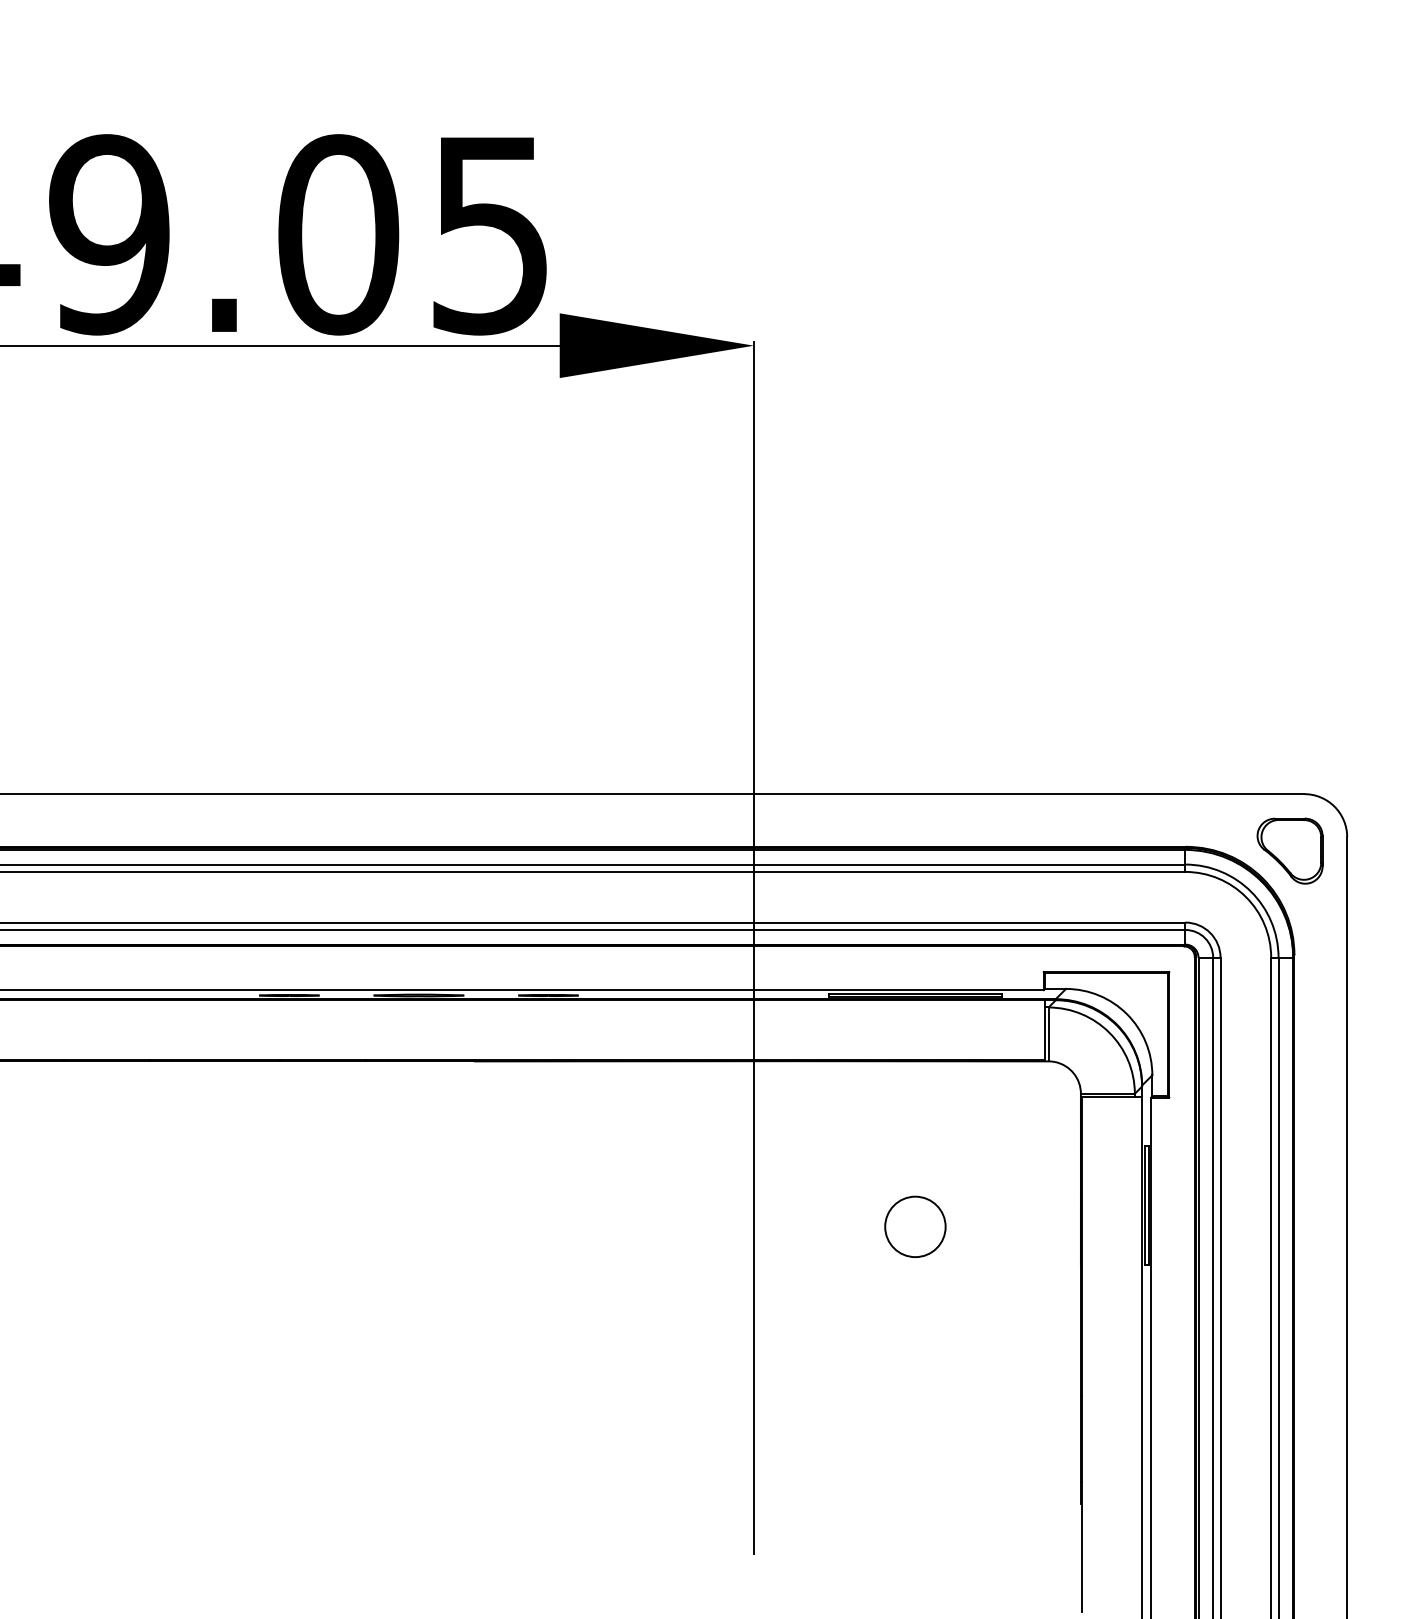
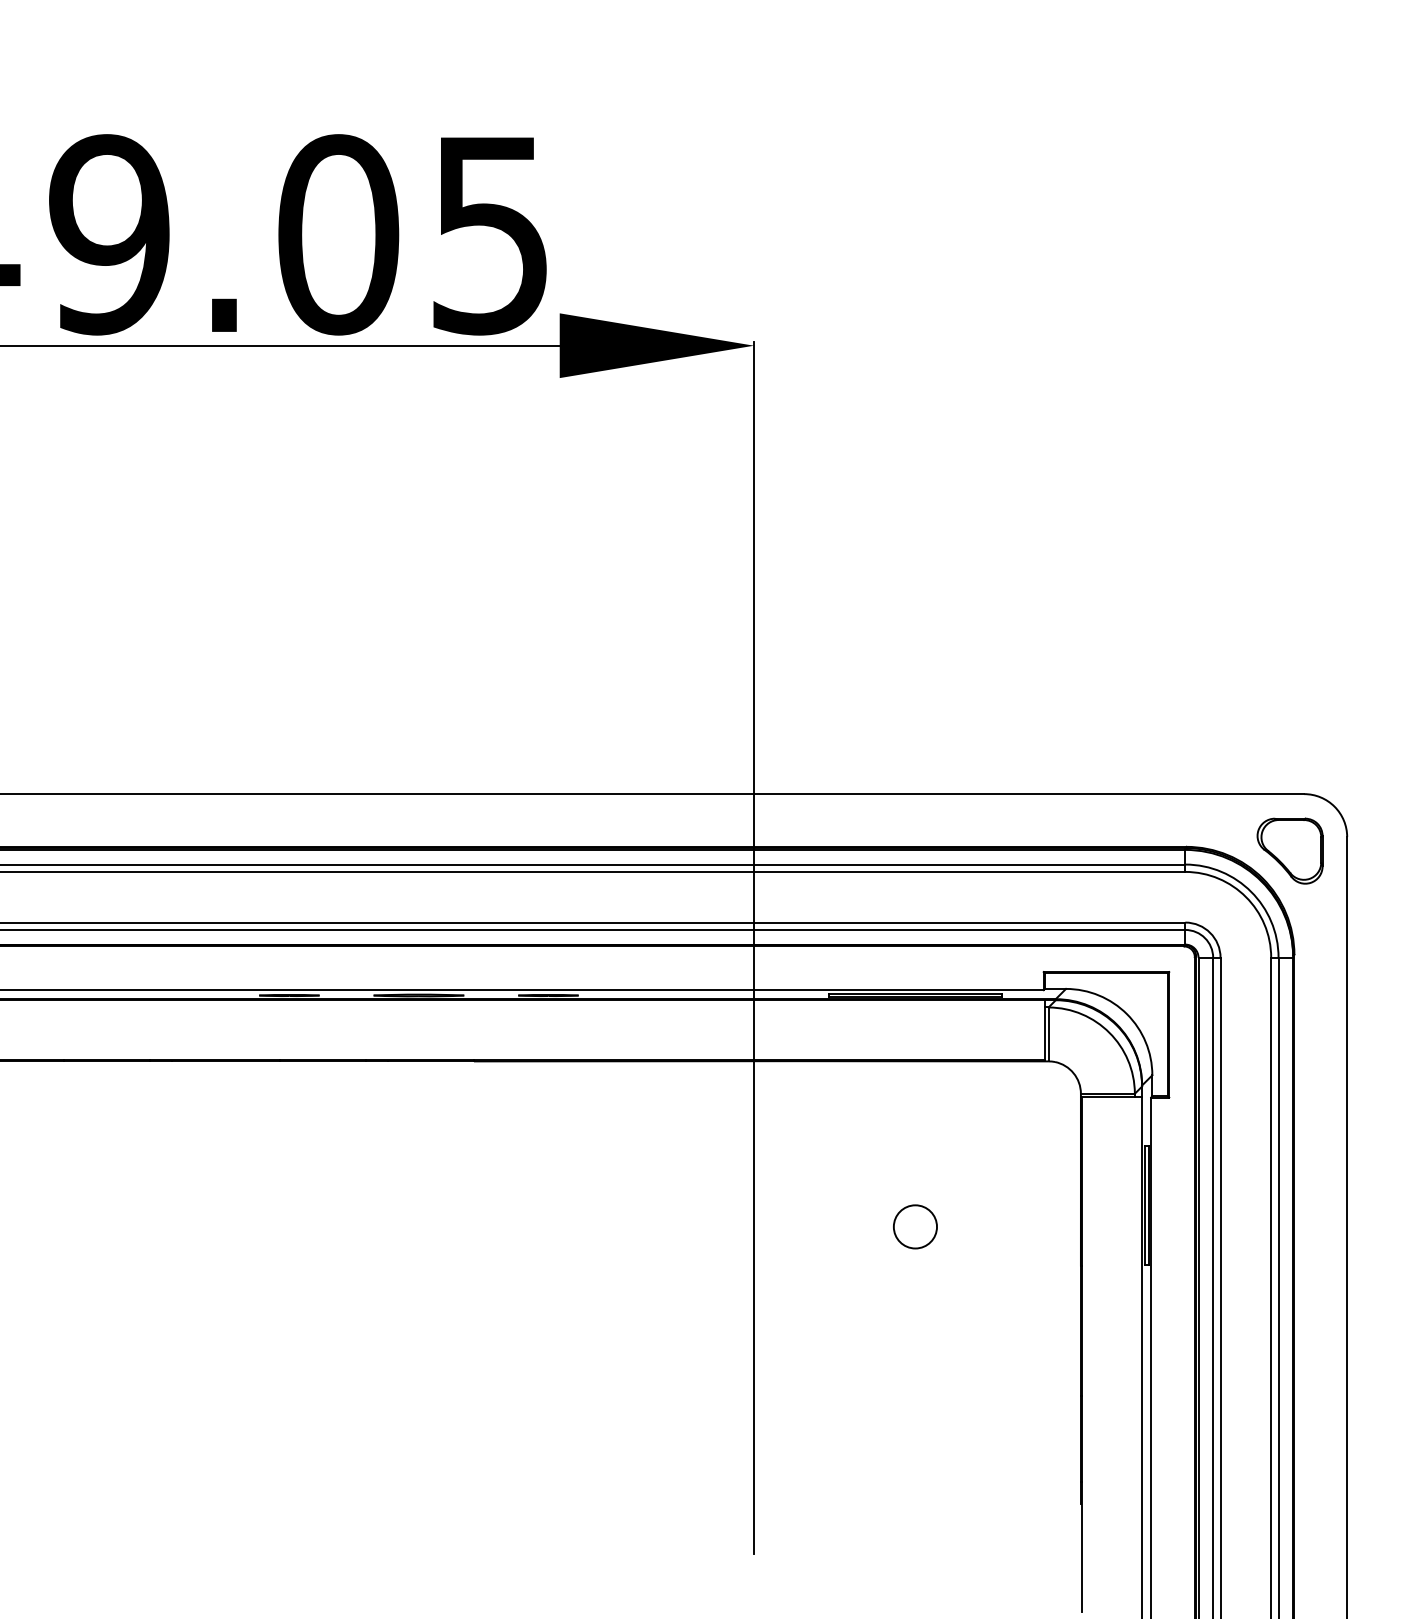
circle at (915, 1226) diameter: 60 px -> 43 px
